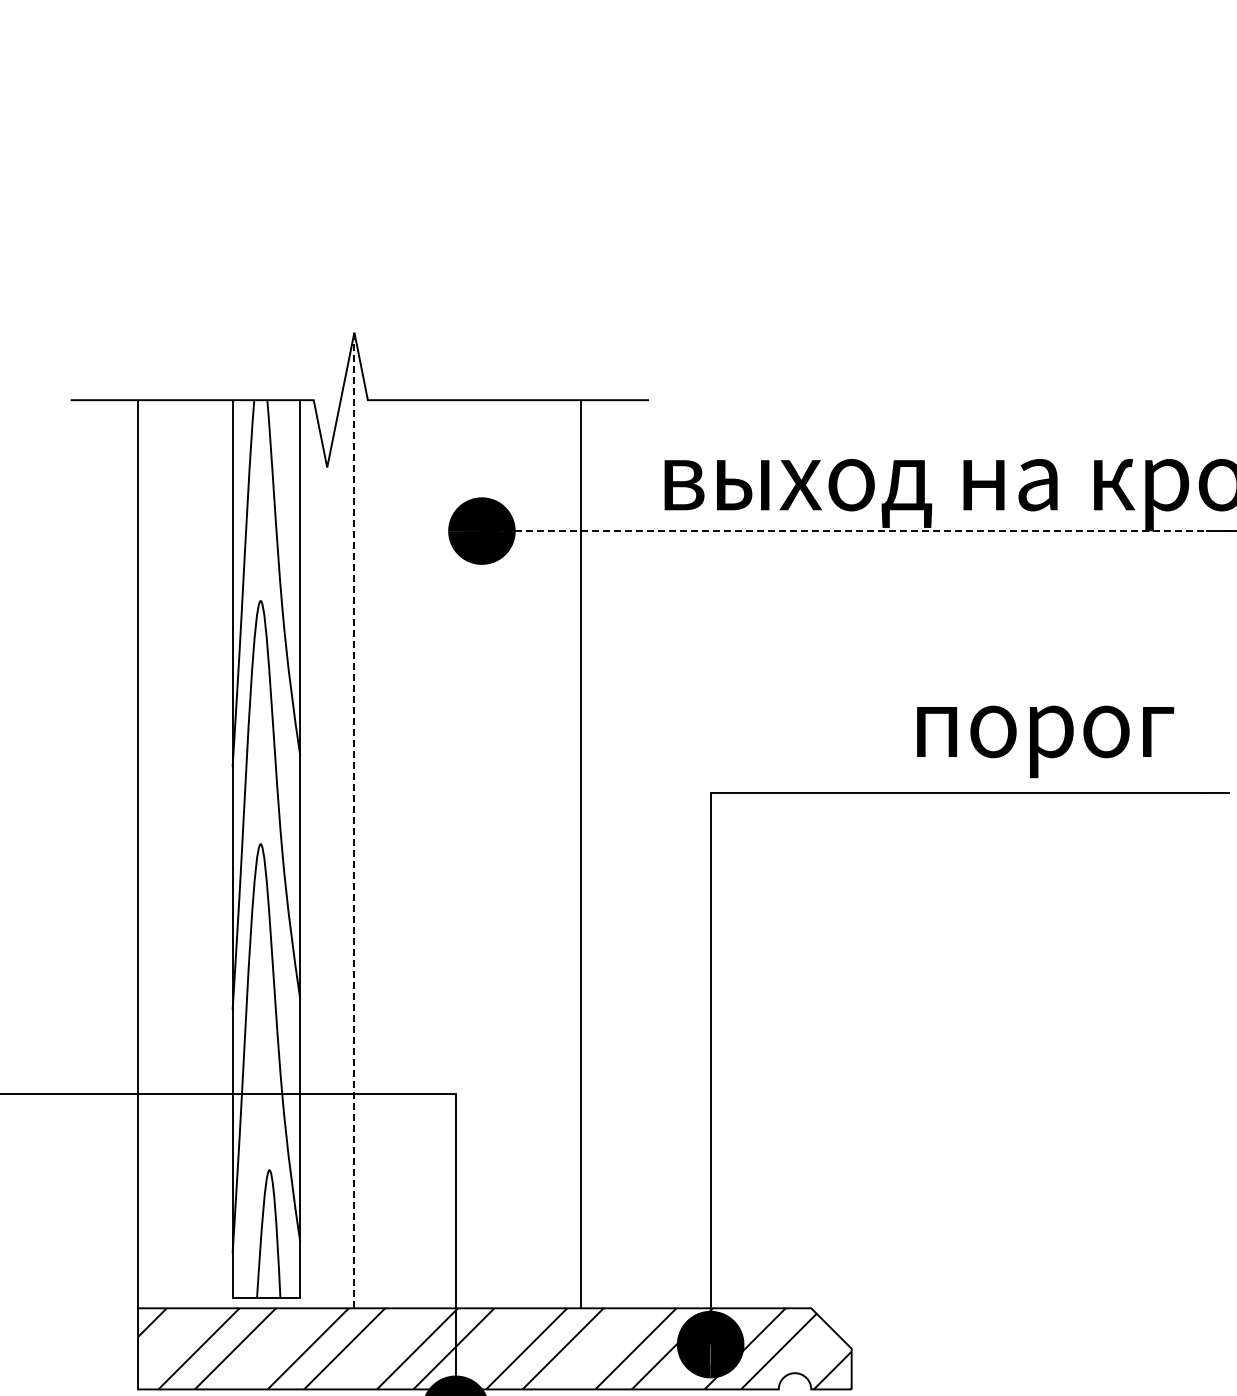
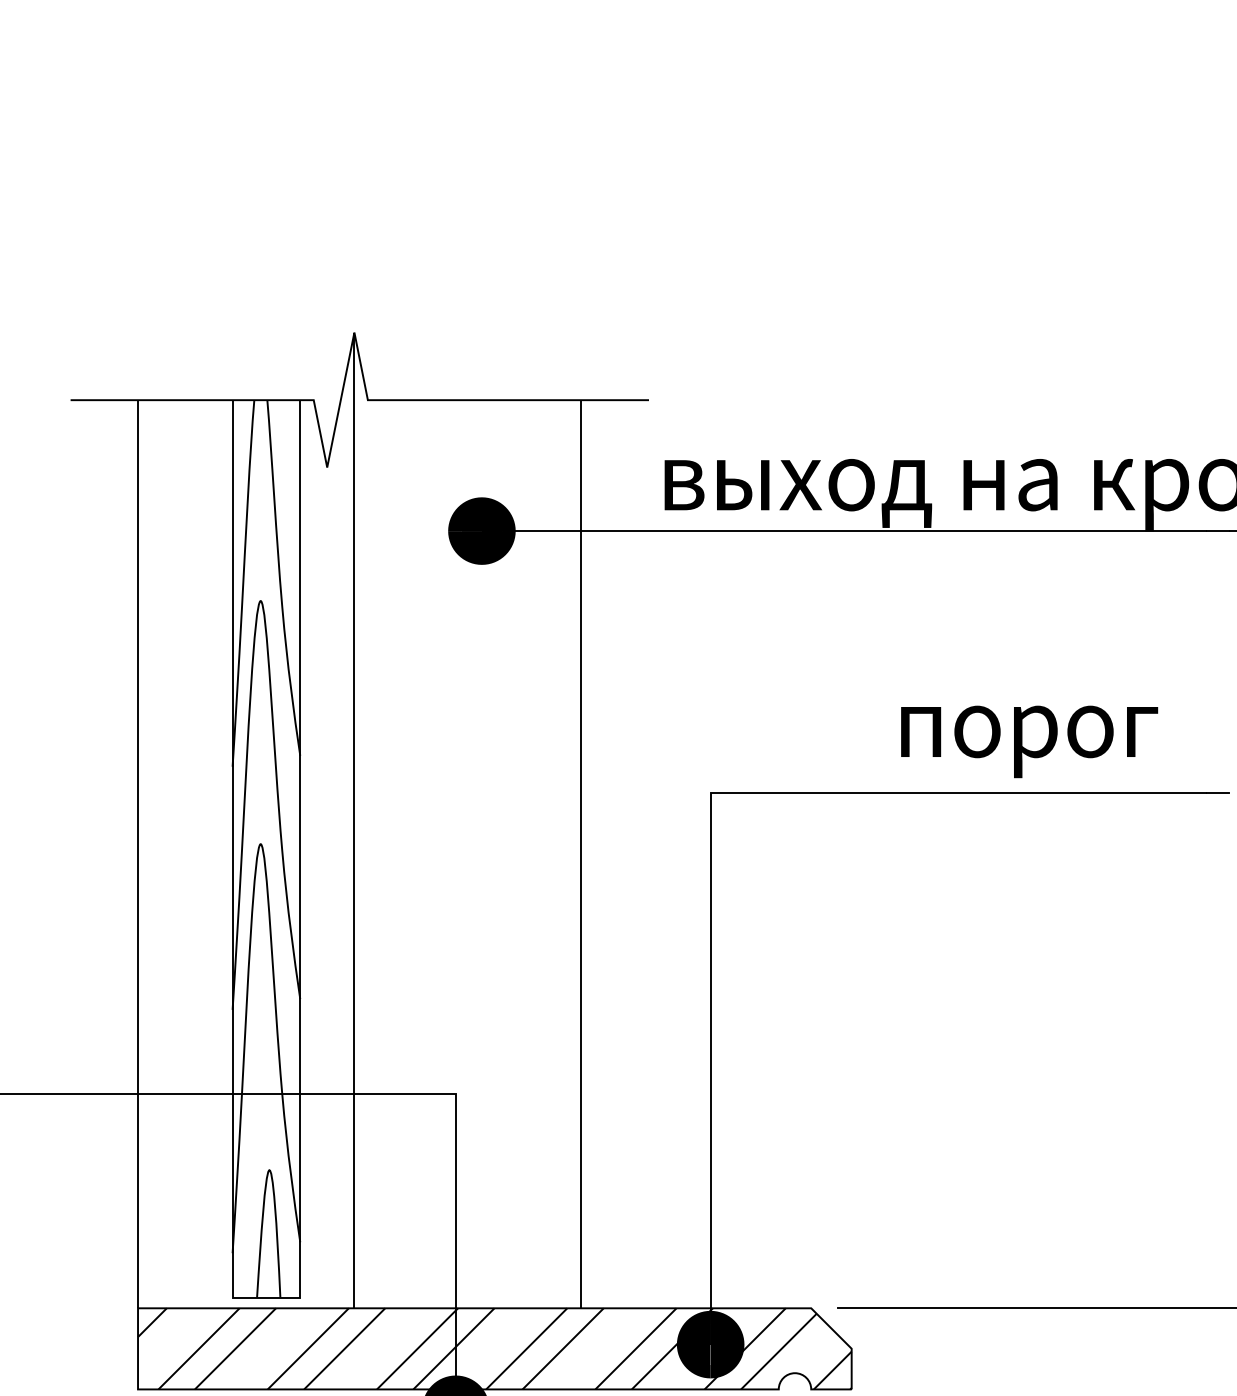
line at (844, 531): dashed -> solid
text at (1045, 741) position: (1045, 741) -> (1029, 741)
line at (354, 820): dashed -> solid
line at (1035, 1308): none -> present
